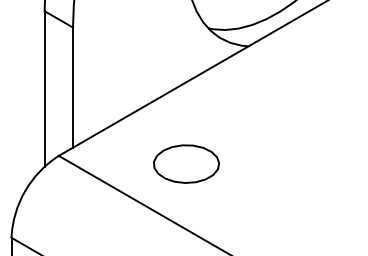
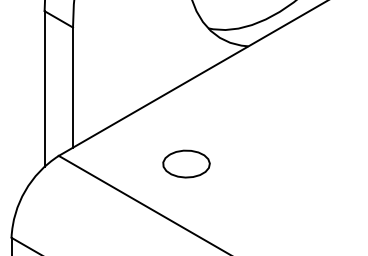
part at (186, 163) size: 68x40 px -> 49x30 px
